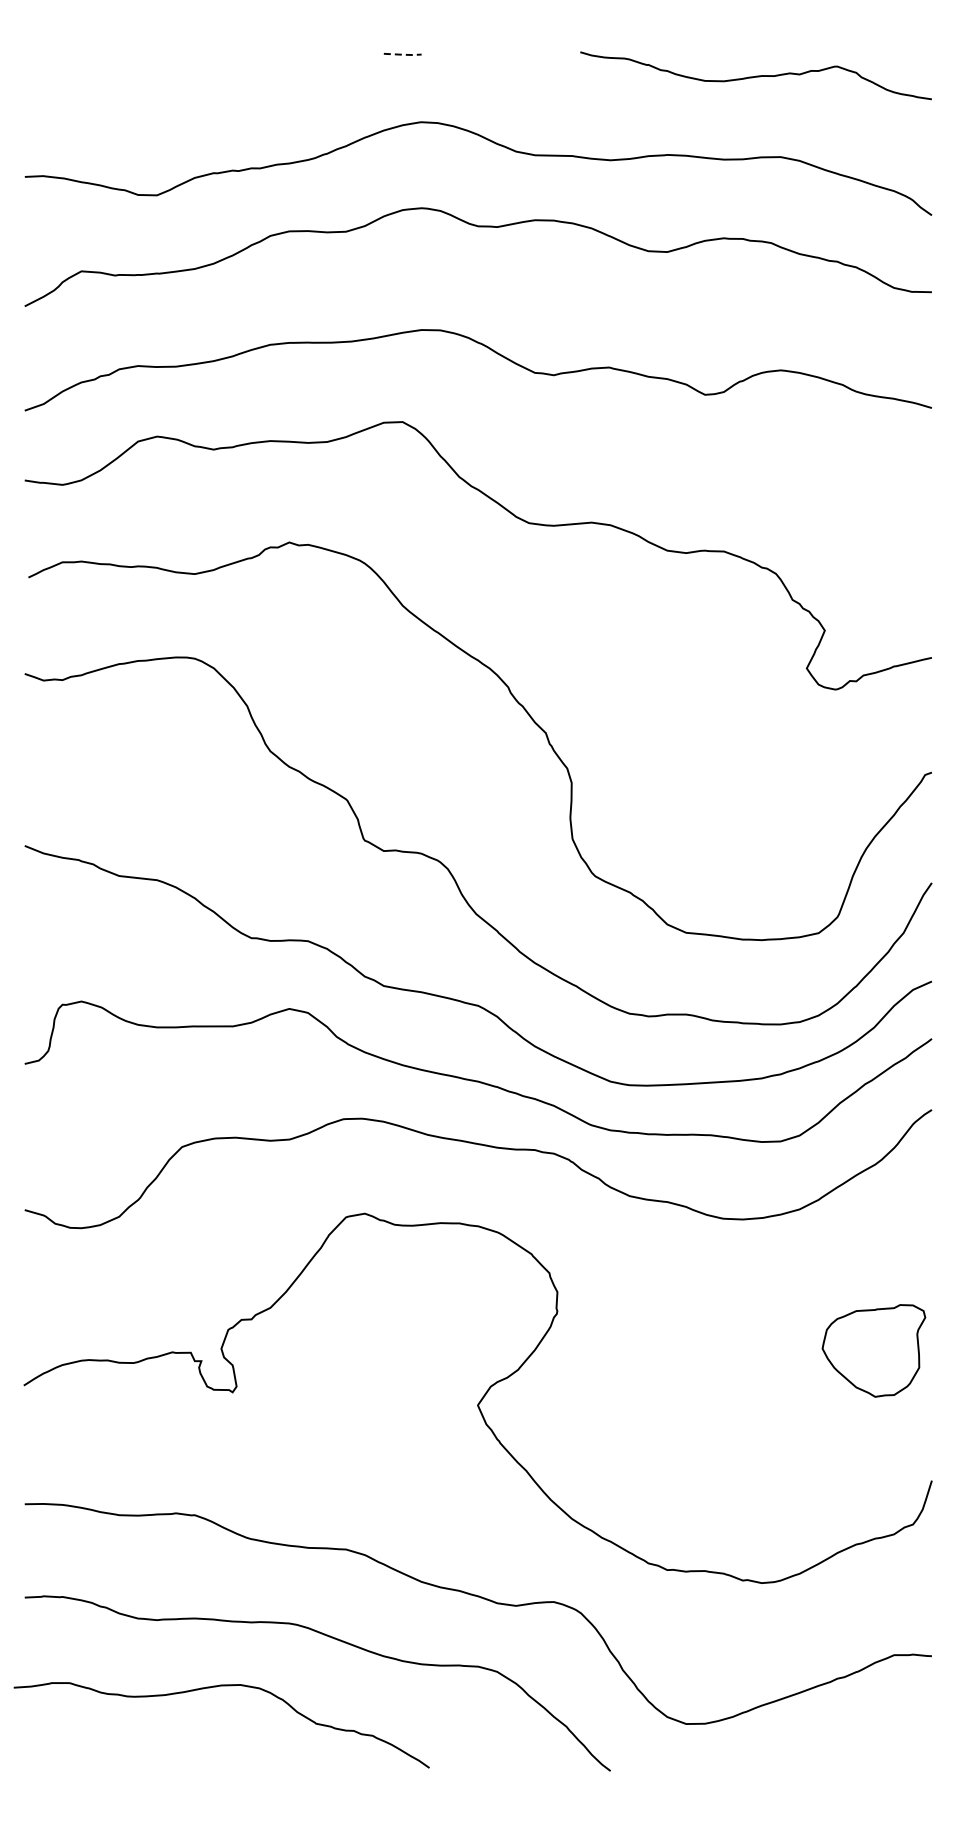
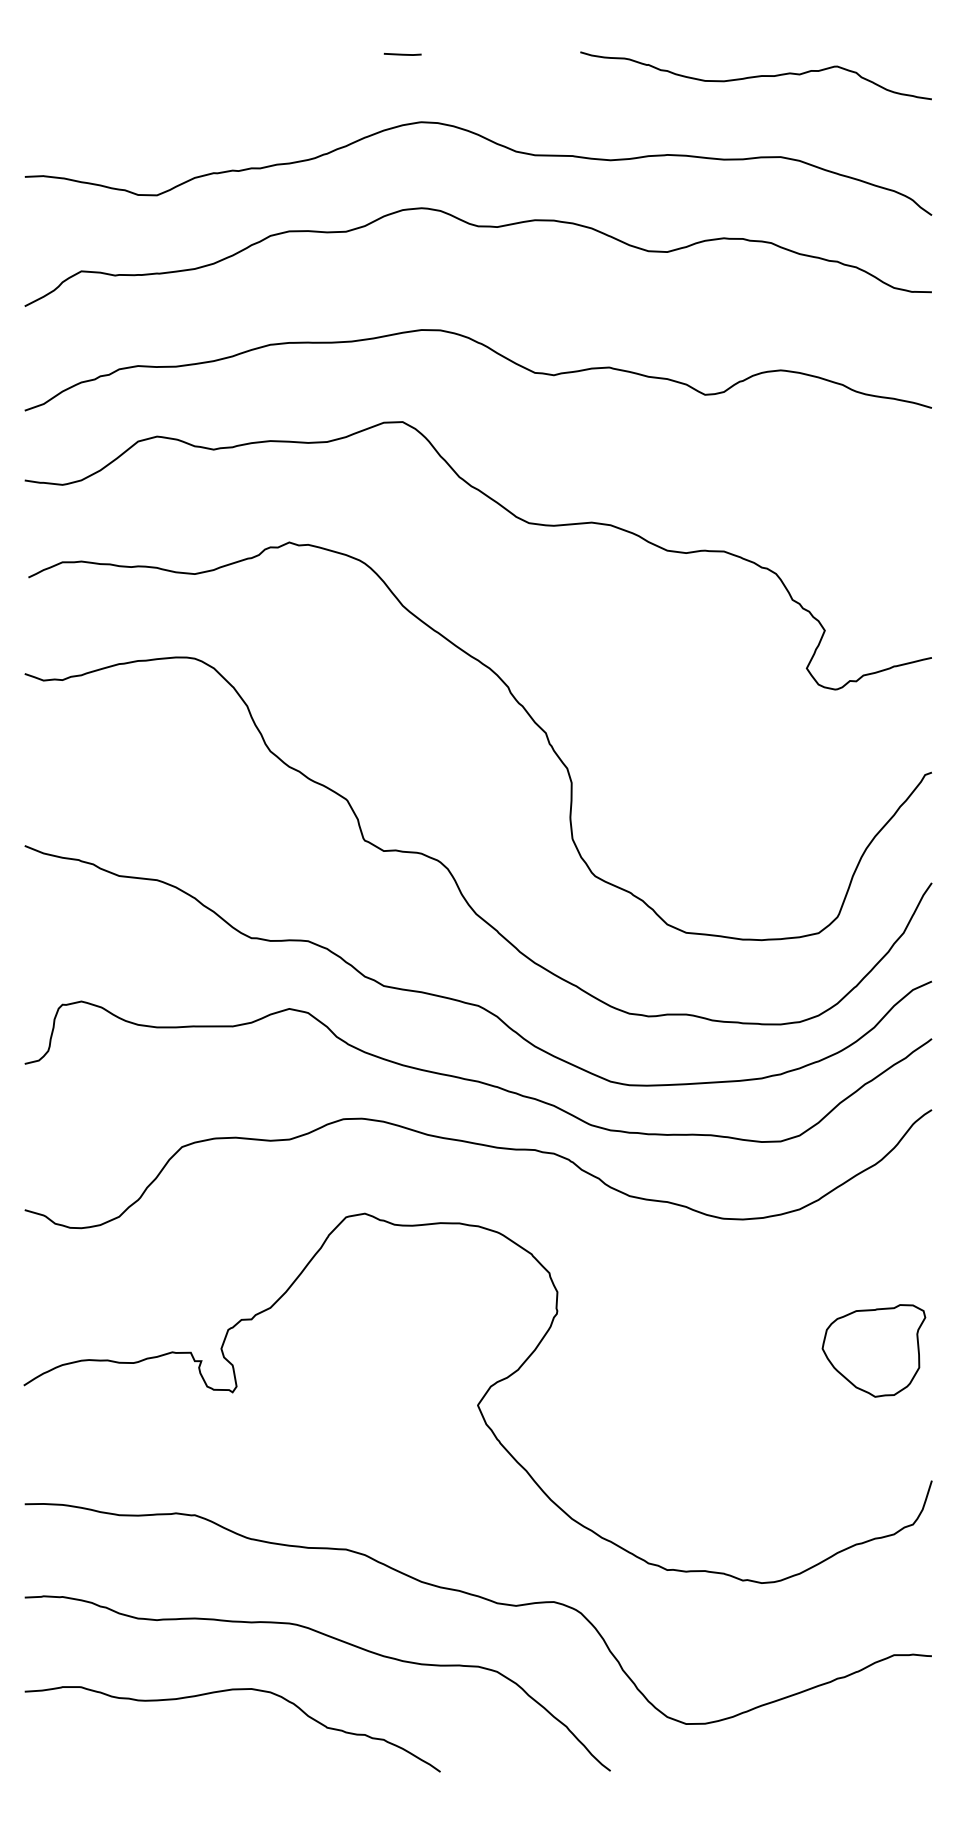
line at (403, 54): dashed -> solid
curve at (216, 1687) position: (216, 1687) -> (227, 1691)
